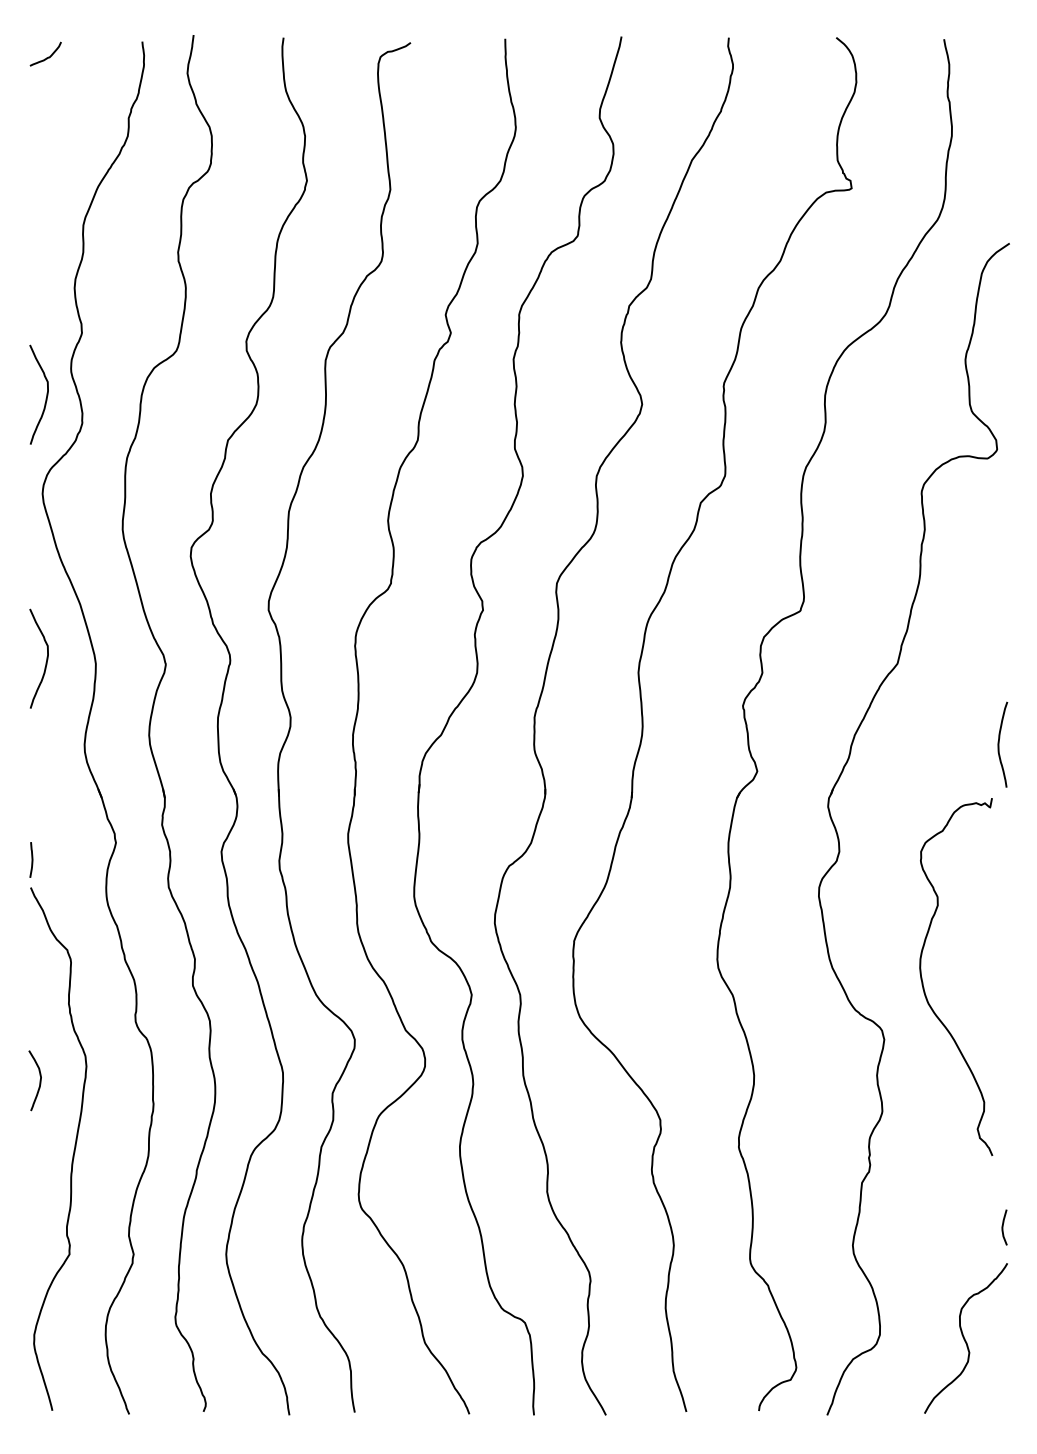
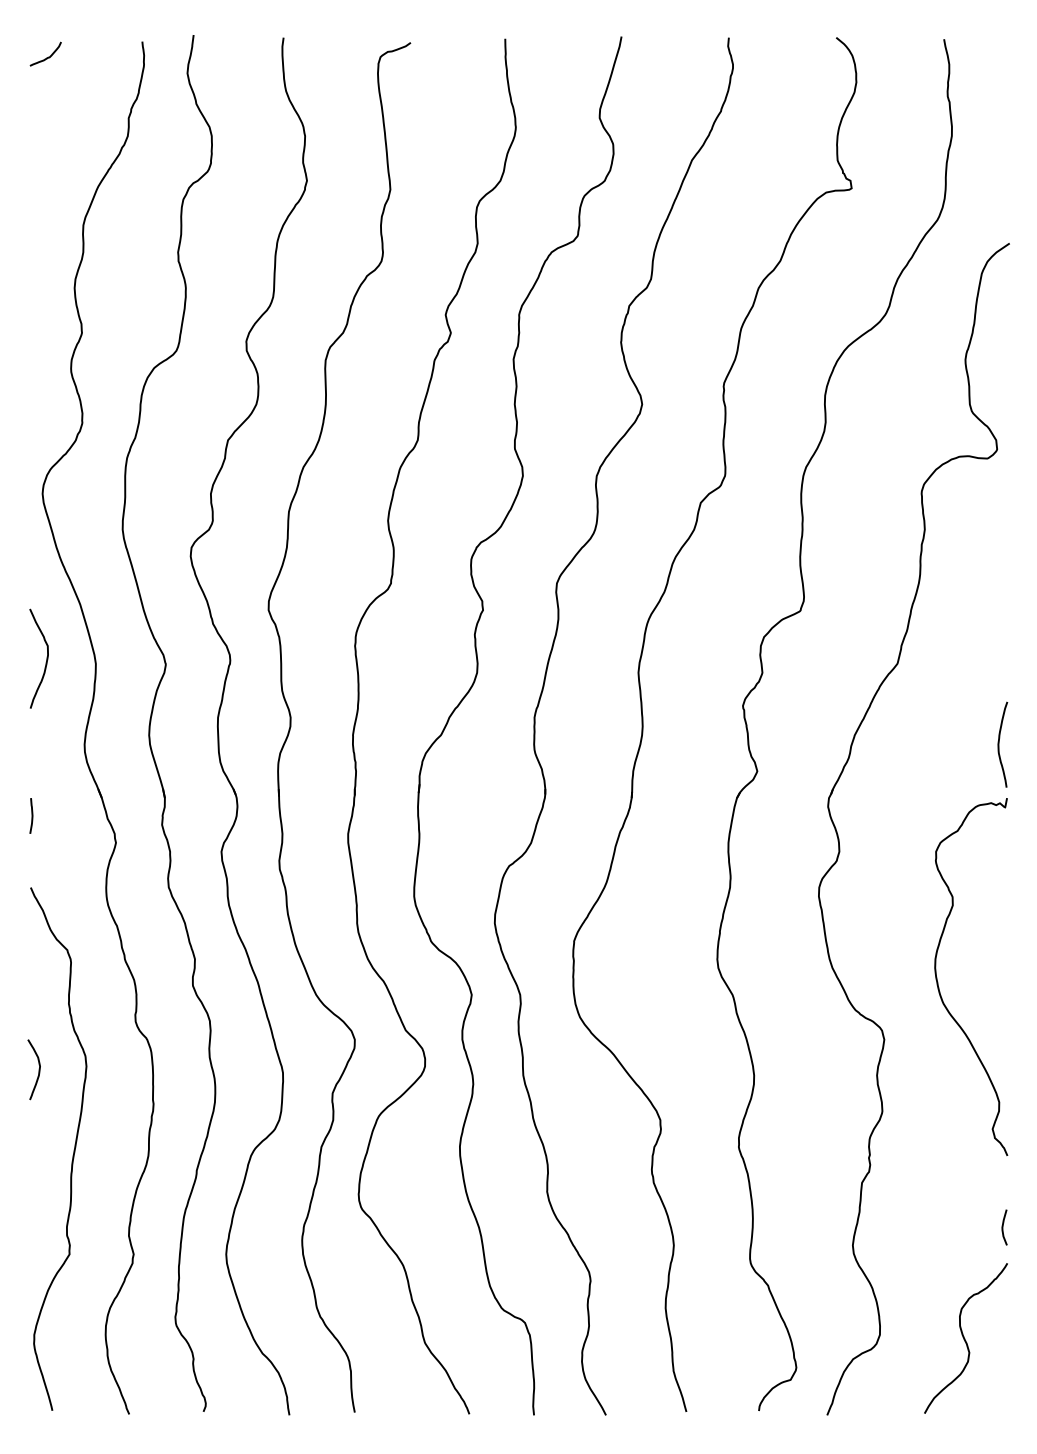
curve at (46, 394): present -> none
curve at (31, 859) position: (31, 859) -> (31, 815)
curve at (923, 982) position: (923, 982) -> (938, 982)
curve at (39, 1080) position: (39, 1080) -> (38, 1069)
